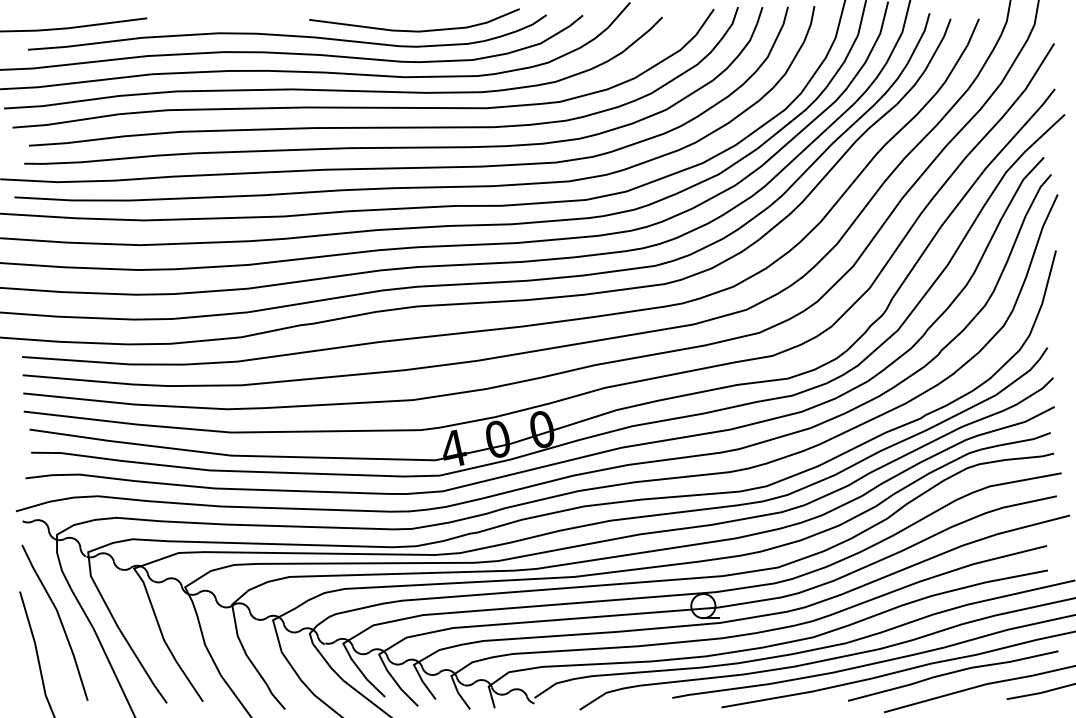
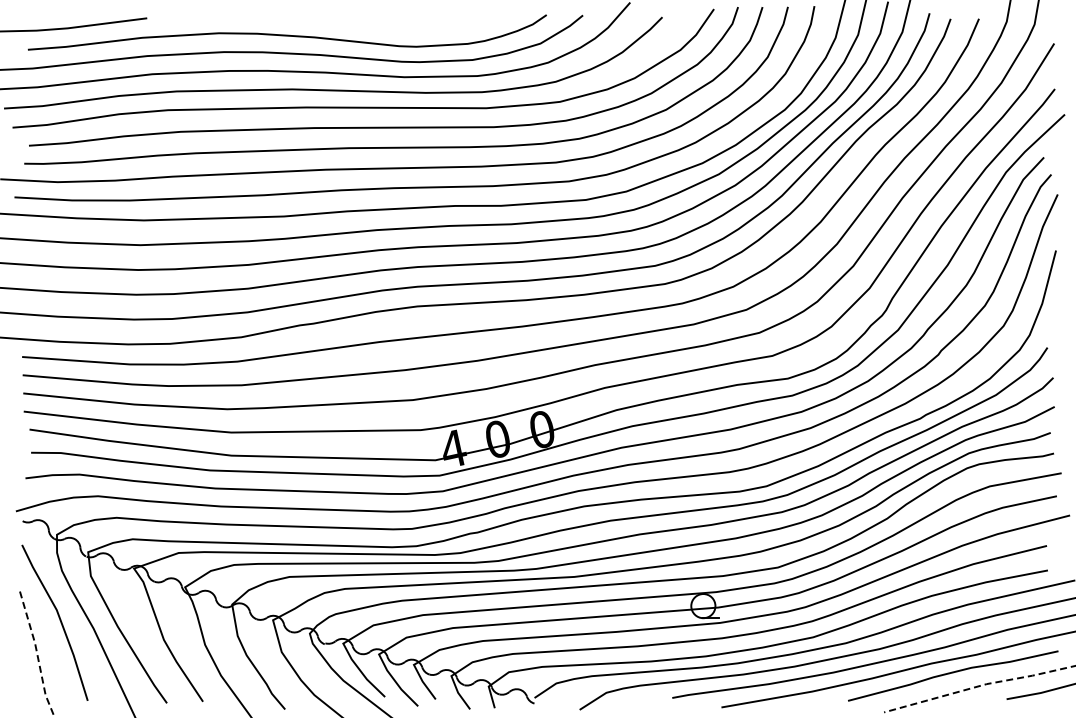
curve at (414, 30): present -> none
line at (37, 654): solid -> dashed
line at (980, 685): solid -> dashed
